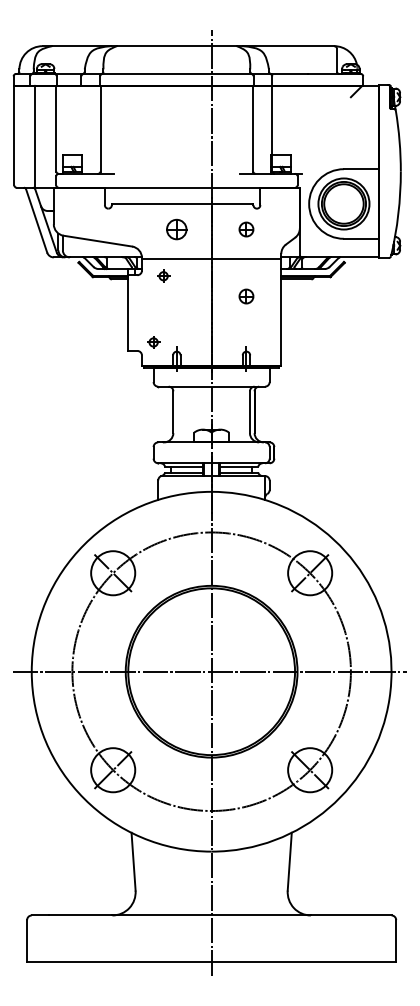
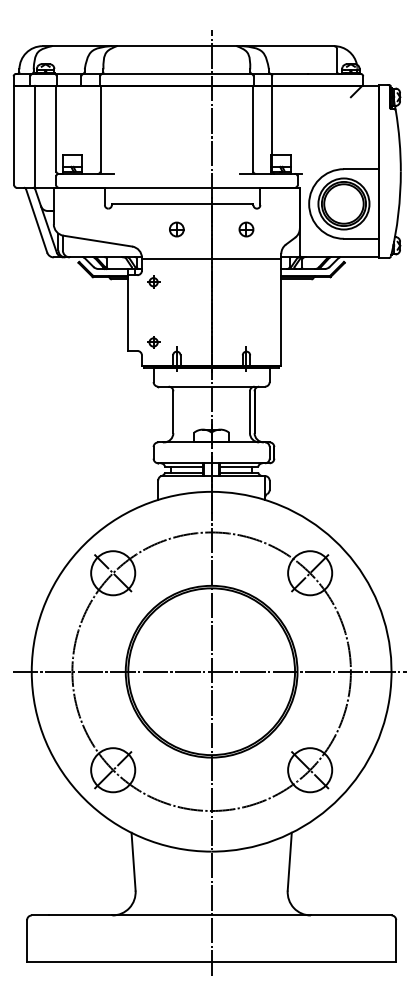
part at (176, 229) size: 22x23 px -> 16x17 px
part at (163, 275) position: (163, 275) -> (153, 281)
part at (246, 296): present -> none
